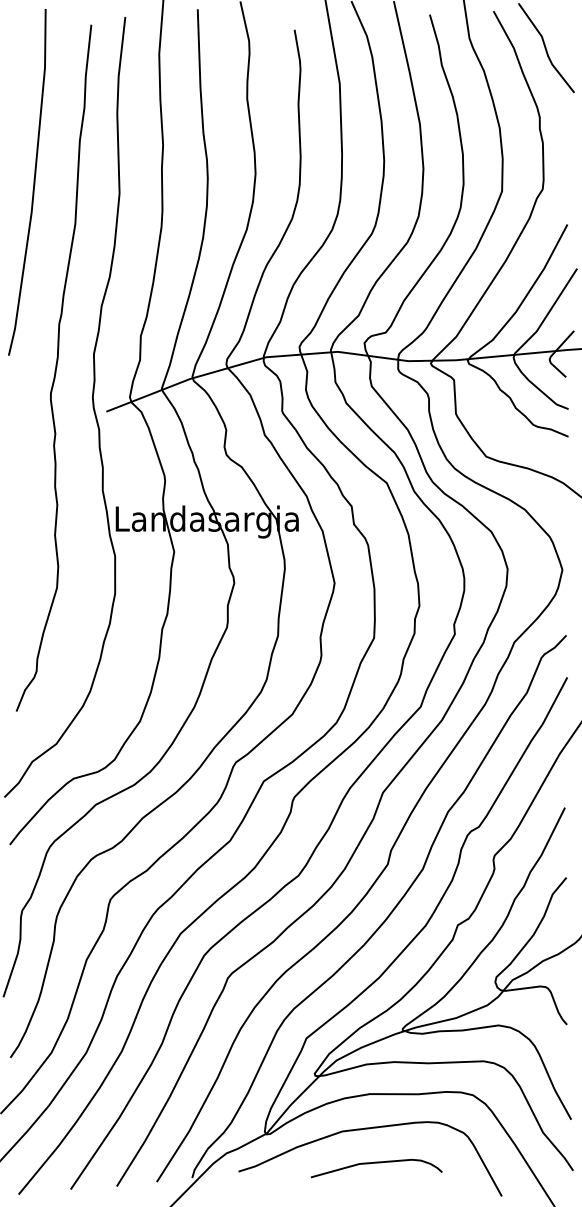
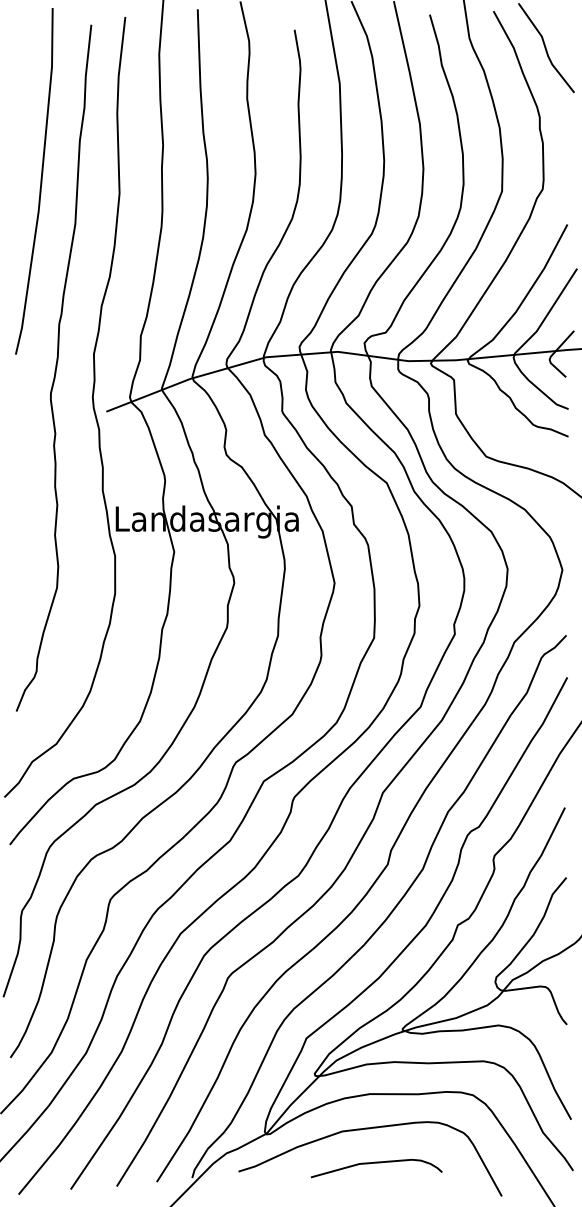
line at (33, 182) position: (33, 182) -> (40, 181)
